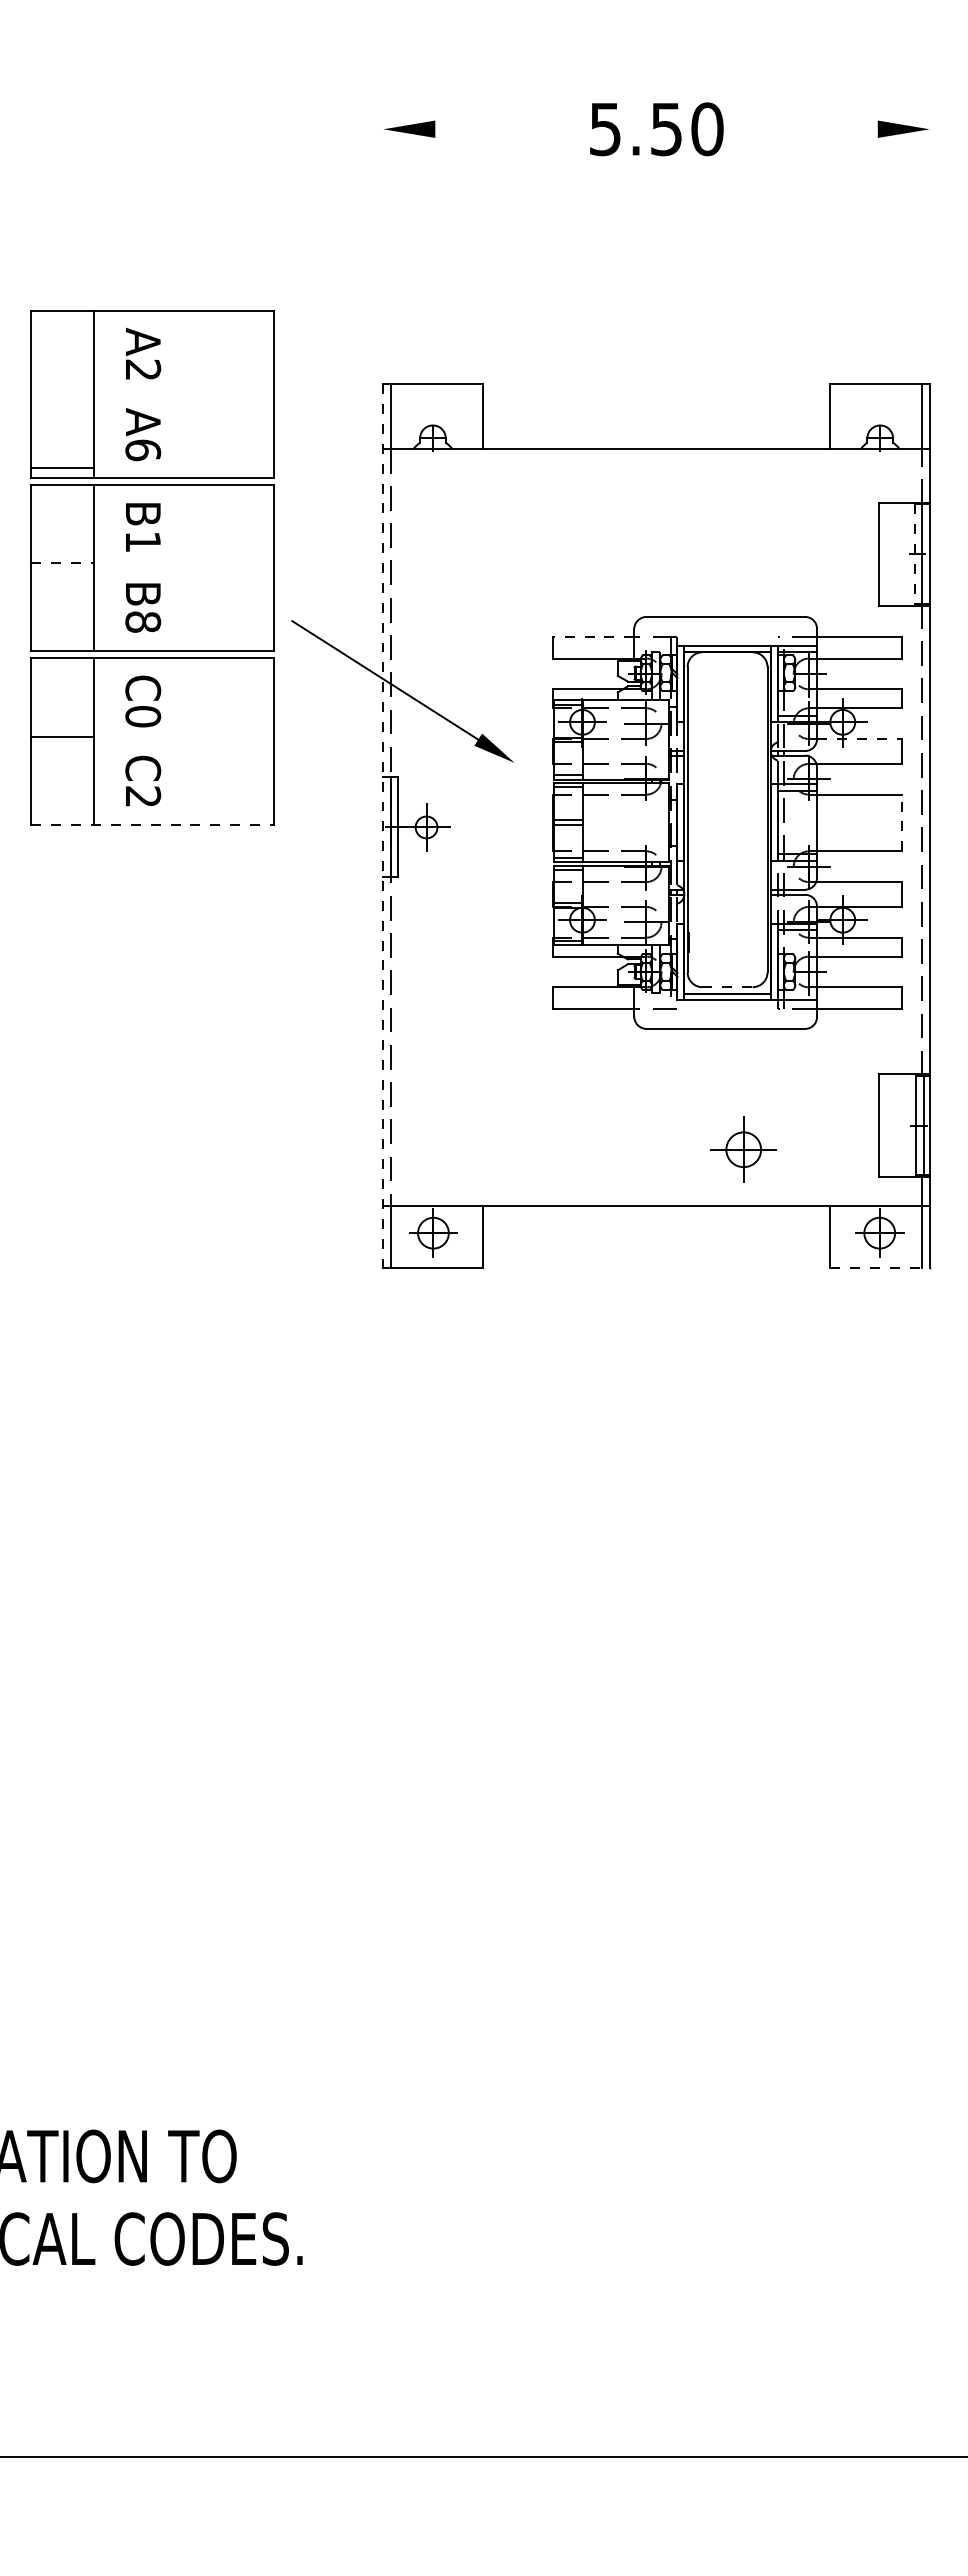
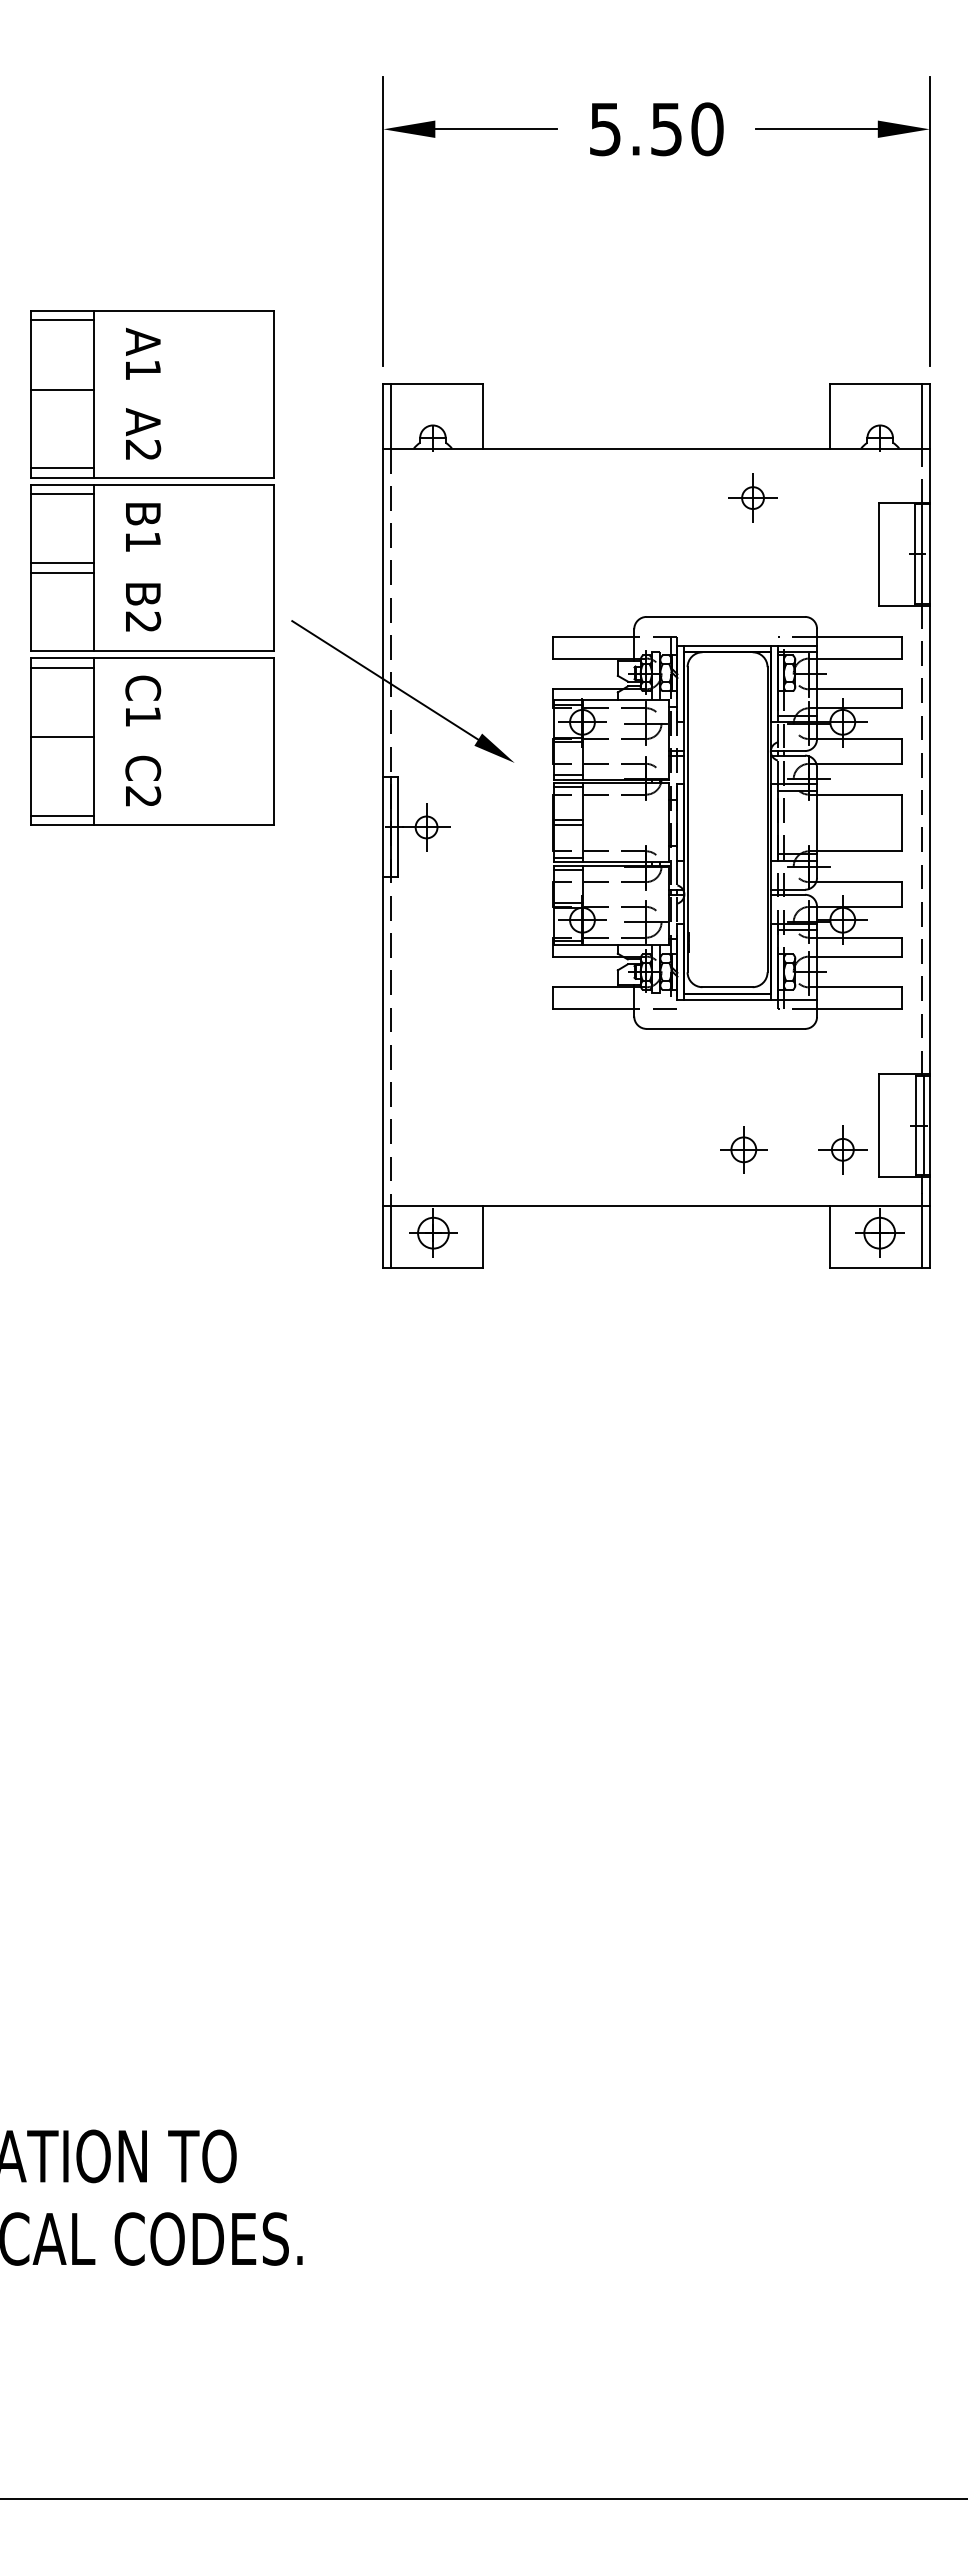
line at (495, 129): none -> present
line at (816, 129): none -> present
line at (383, 221): none -> present
line at (929, 221): none -> present
line at (62, 320): none -> present
text at (143, 369): A2 -> A1
line at (62, 389): none -> present
text at (143, 450): A6 -> A2
line at (62, 493): none -> present
part at (752, 497): none -> present
line at (915, 554): dashed -> solid
line at (63, 563): dashed -> solid
line at (62, 572): none -> present
text at (143, 621): B8 -> B2
line at (593, 636): dashed -> solid
line at (62, 667): none -> present
text at (143, 716): C0 -> C1
line at (860, 739): dashed -> solid
line at (62, 815): none -> present
line at (901, 822): dashed -> solid
line at (153, 825): dashed -> solid
line at (383, 826): dashed -> solid
line at (728, 987): dashed -> solid
part at (743, 1149) size: 67x67 px -> 48x48 px
part at (842, 1149): none -> present
line at (880, 1268): dashed -> solid
line at (483, 2456) position: (483, 2456) -> (483, 2498)
